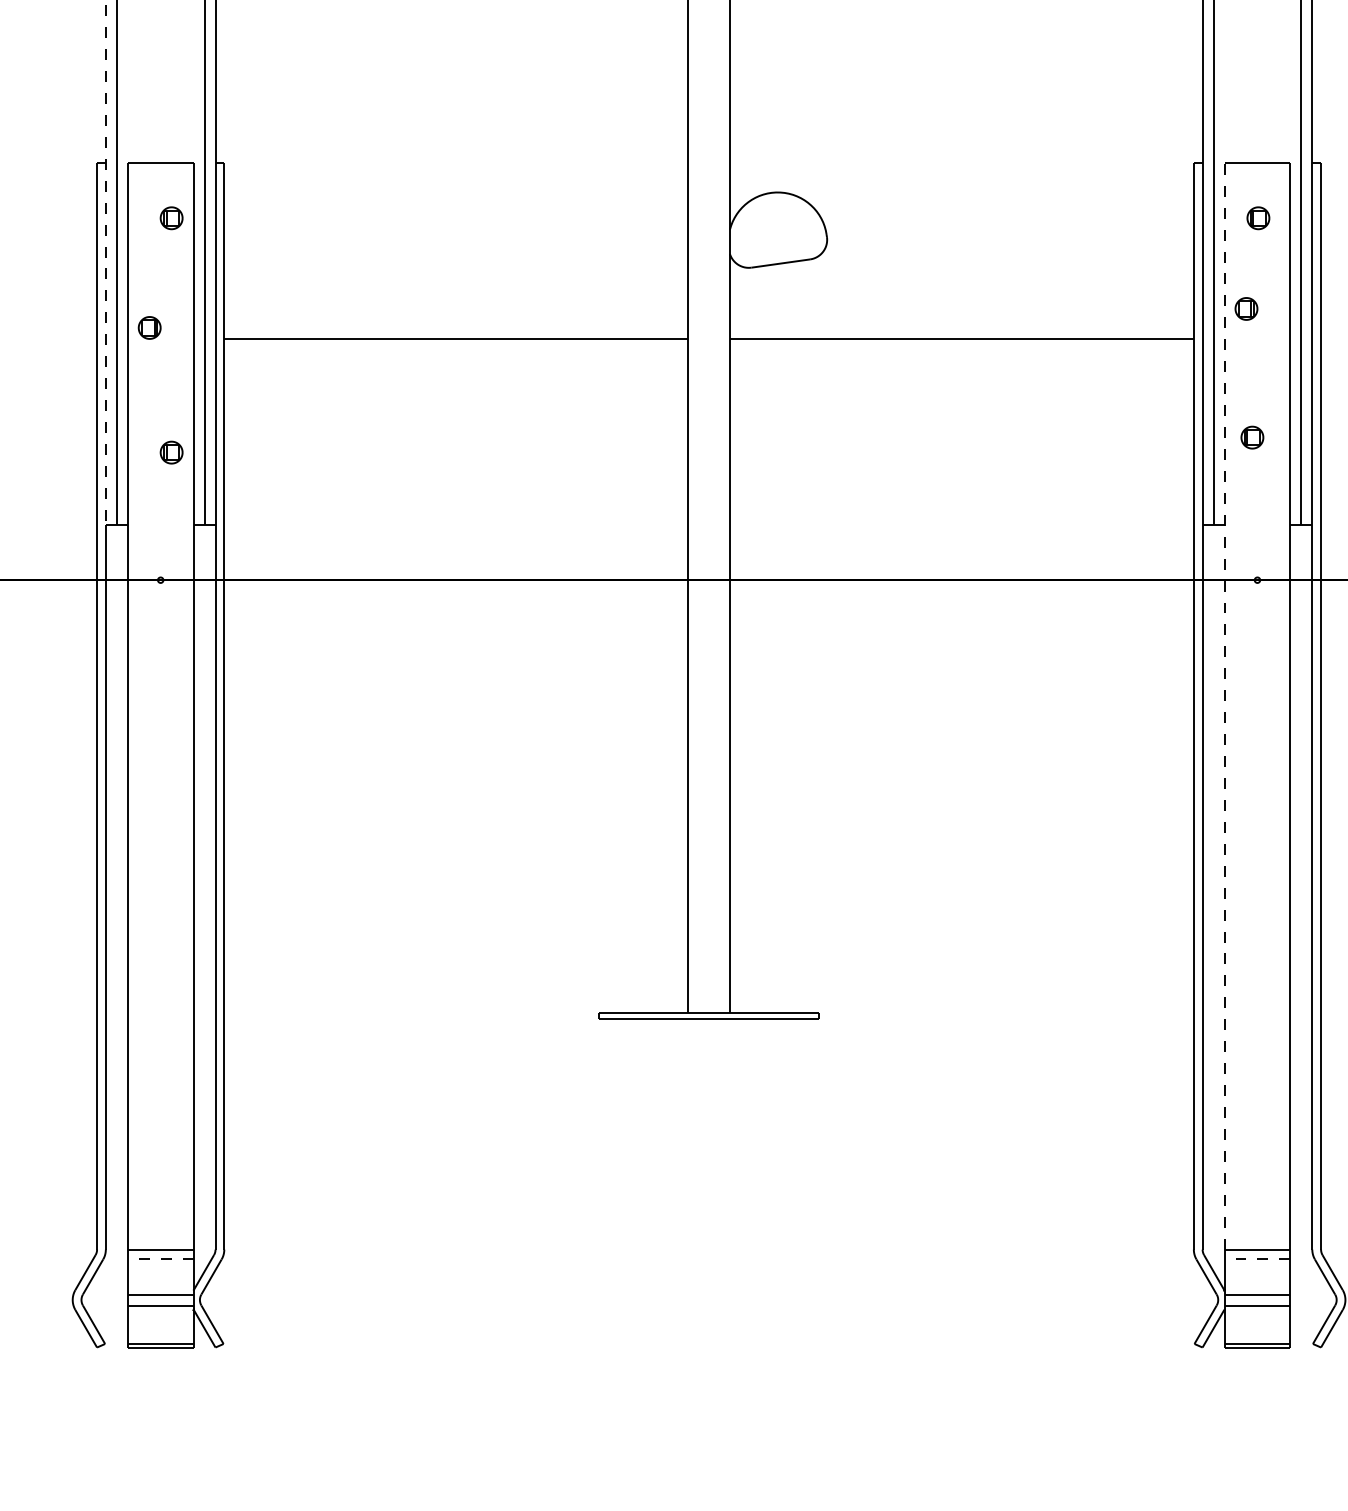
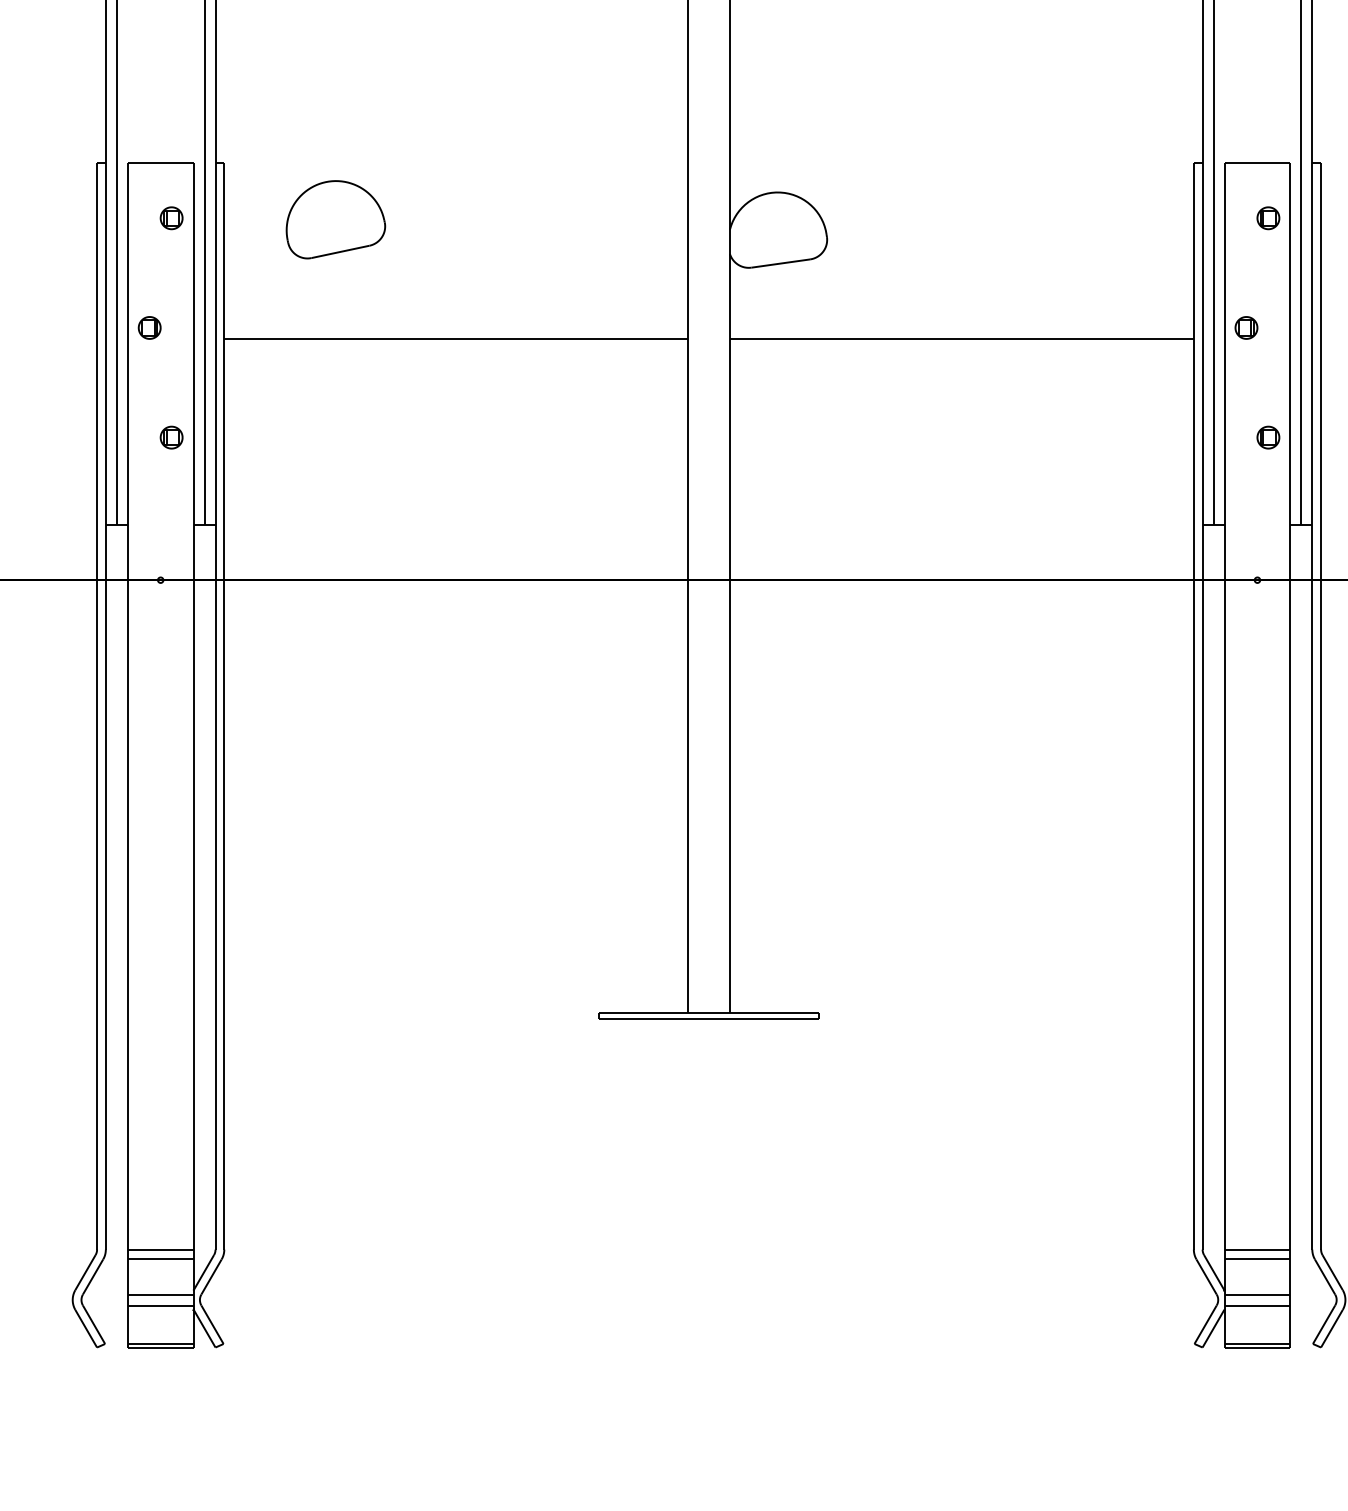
part at (1258, 218) position: (1258, 218) -> (1268, 218)
part at (335, 219): none -> present
line at (105, 263): dashed -> solid
part at (1246, 308) position: (1246, 308) -> (1246, 327)
part at (1252, 437) position: (1252, 437) -> (1268, 437)
part at (171, 452) position: (171, 452) -> (171, 437)
line at (1224, 706): dashed -> solid
line at (160, 1259): dashed -> solid
line at (1257, 1259): dashed -> solid
